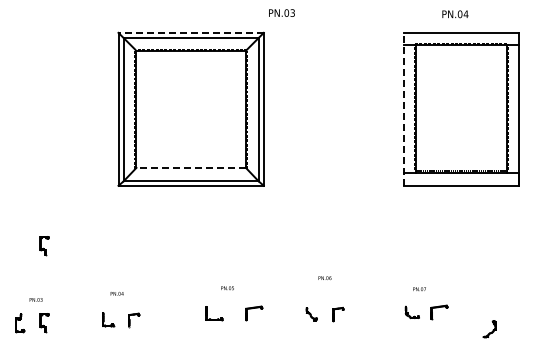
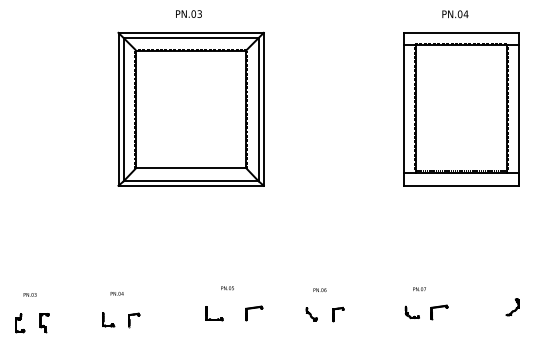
text at (281, 12) position: (281, 12) -> (188, 13)
line at (191, 32): dashed -> solid
line at (404, 108): dashed -> solid
line at (191, 167): dashed -> solid
part at (44, 246): present -> none
text at (324, 277) position: (324, 277) -> (319, 289)
text at (35, 299) position: (35, 299) -> (29, 294)
part at (489, 329) position: (489, 329) -> (512, 307)
